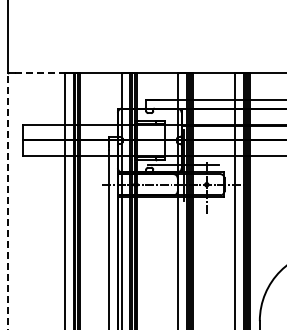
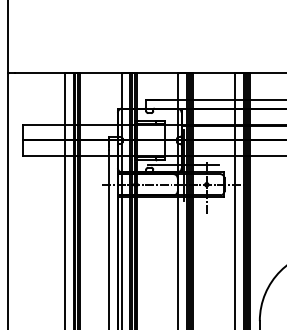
line at (41, 73): dashed -> solid
line at (8, 201): dashed -> solid
